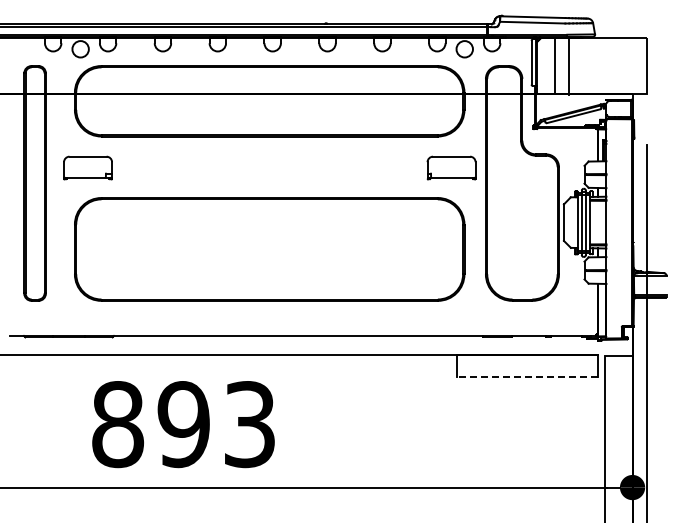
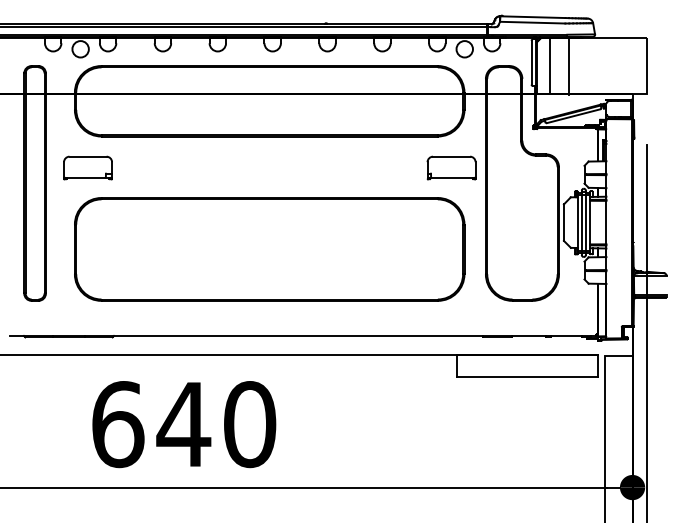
line at (554, 66) position: (554, 66) -> (549, 66)
line at (526, 377): dashed -> solid
text at (184, 424): 893 -> 640
